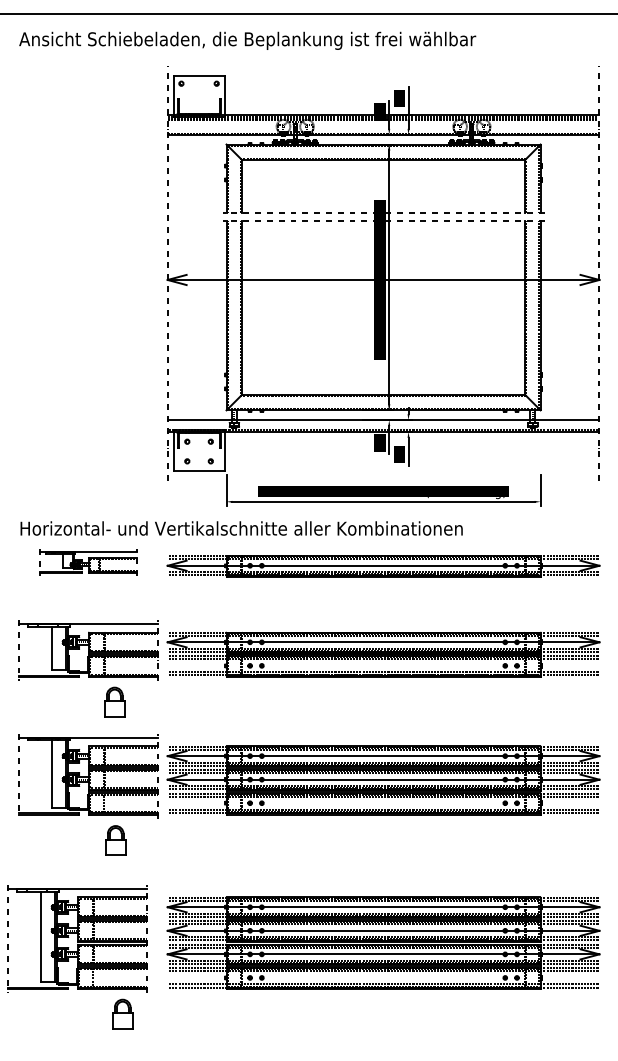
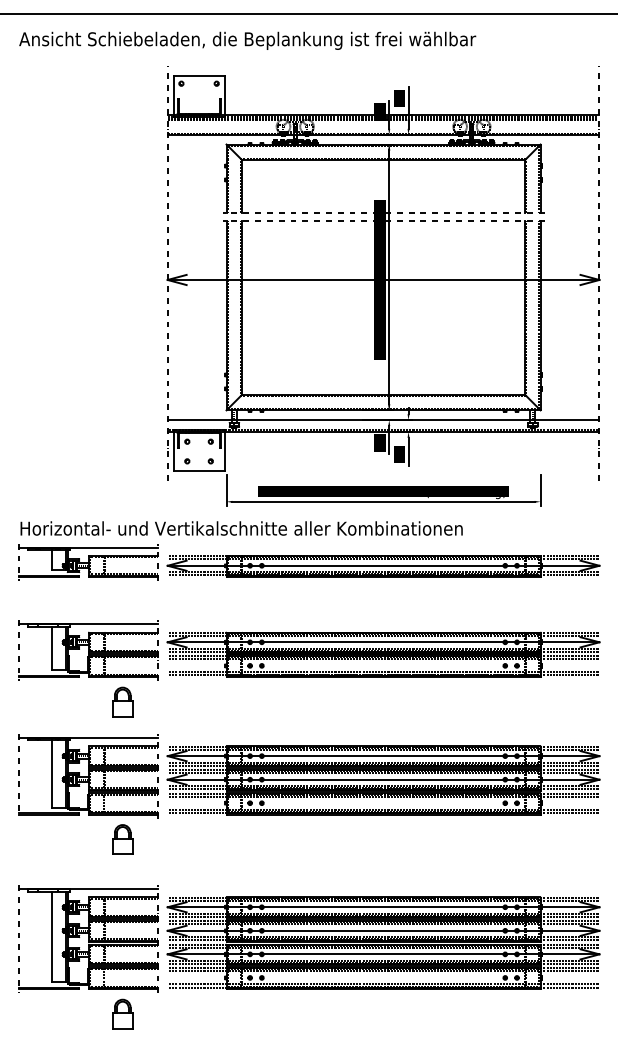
part at (88, 562) size: 99x27 px -> 141x37 px
part at (114, 701) position: (114, 701) -> (122, 701)
part at (115, 840) position: (115, 840) -> (122, 839)
part at (77, 938) position: (77, 938) -> (88, 938)
